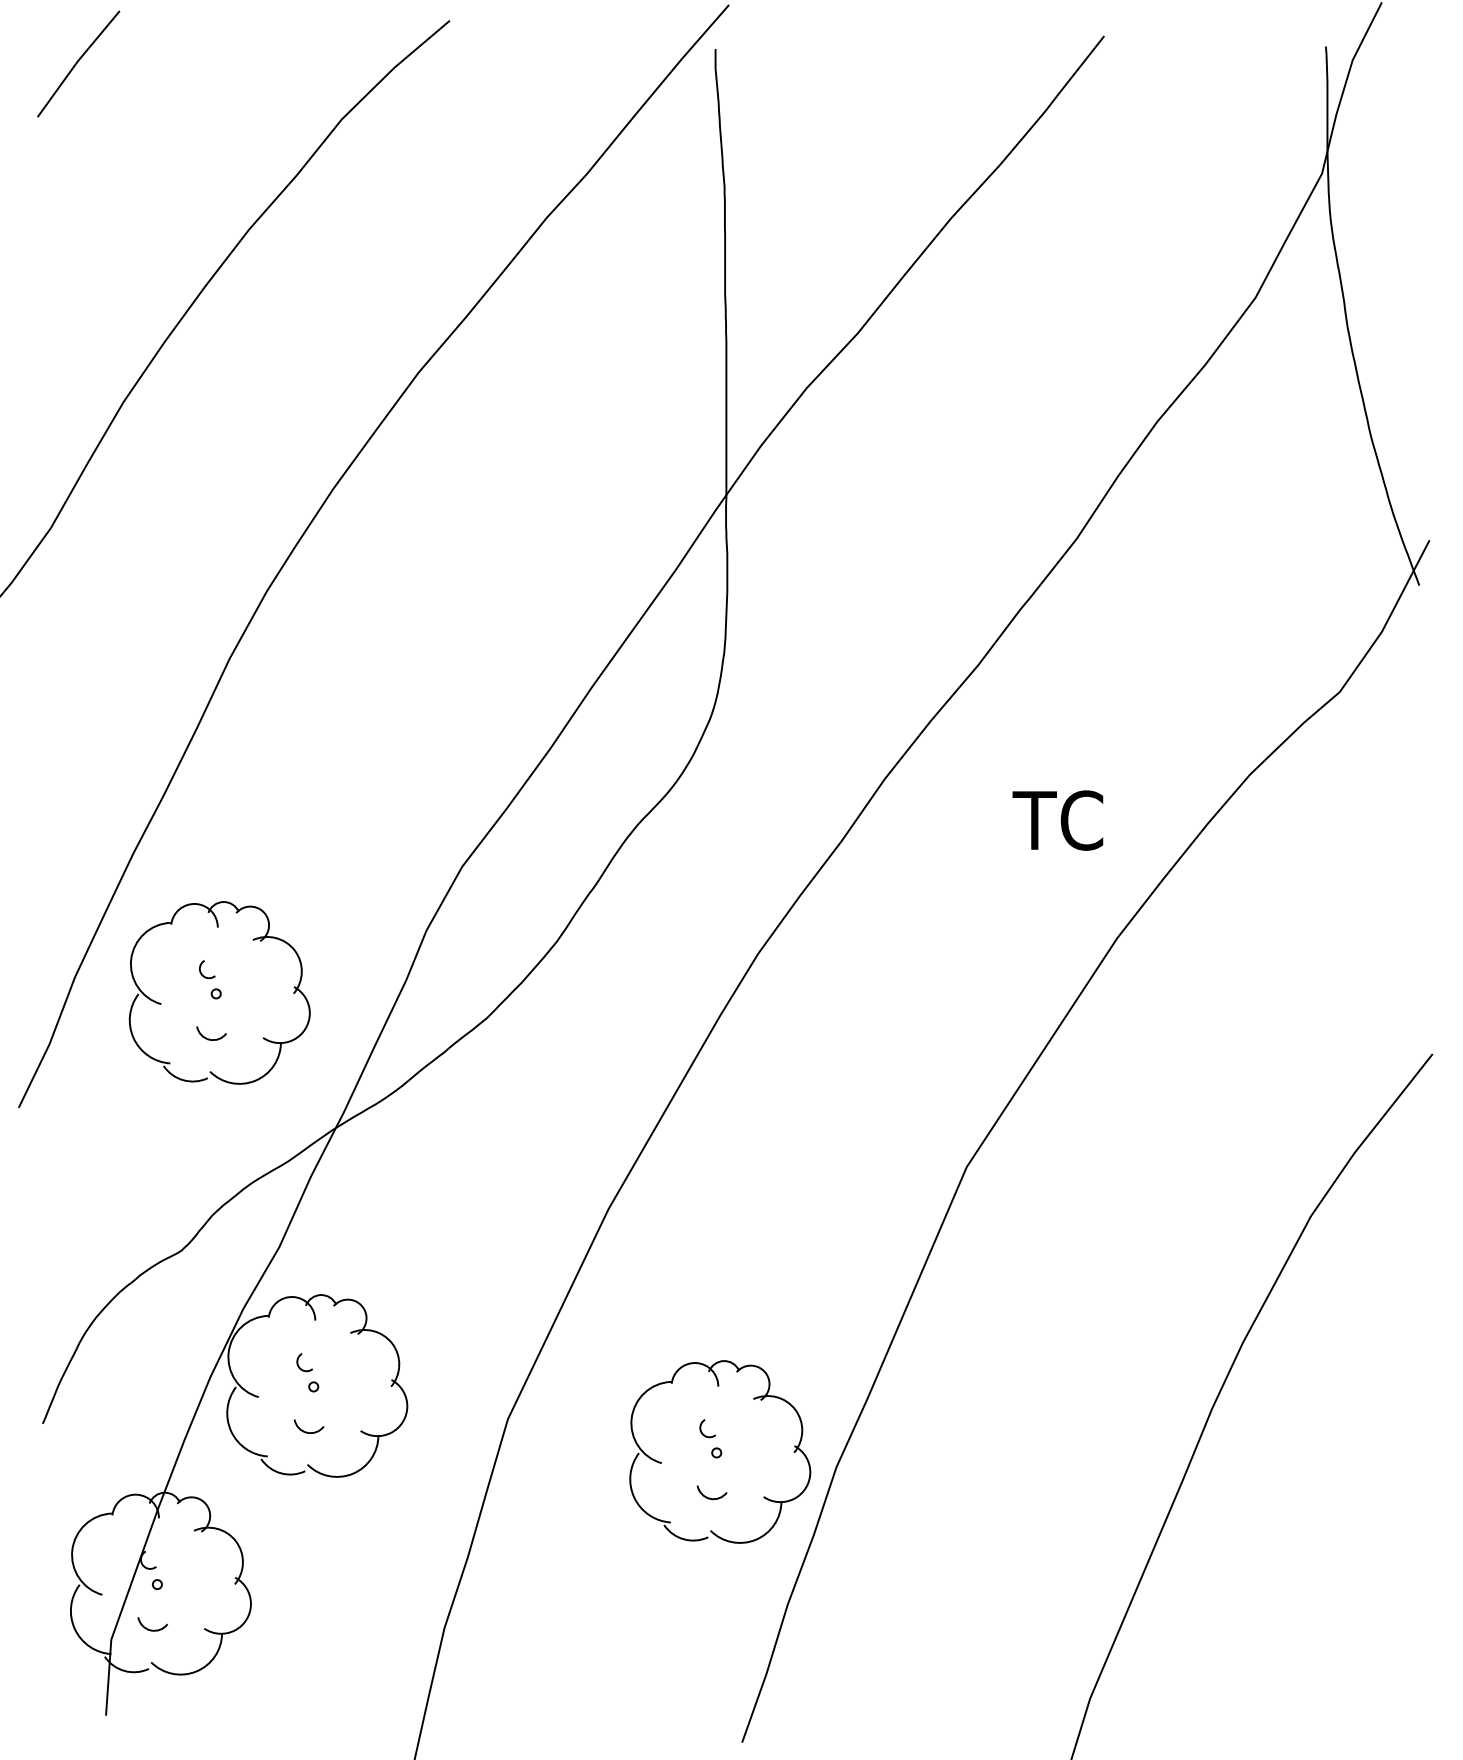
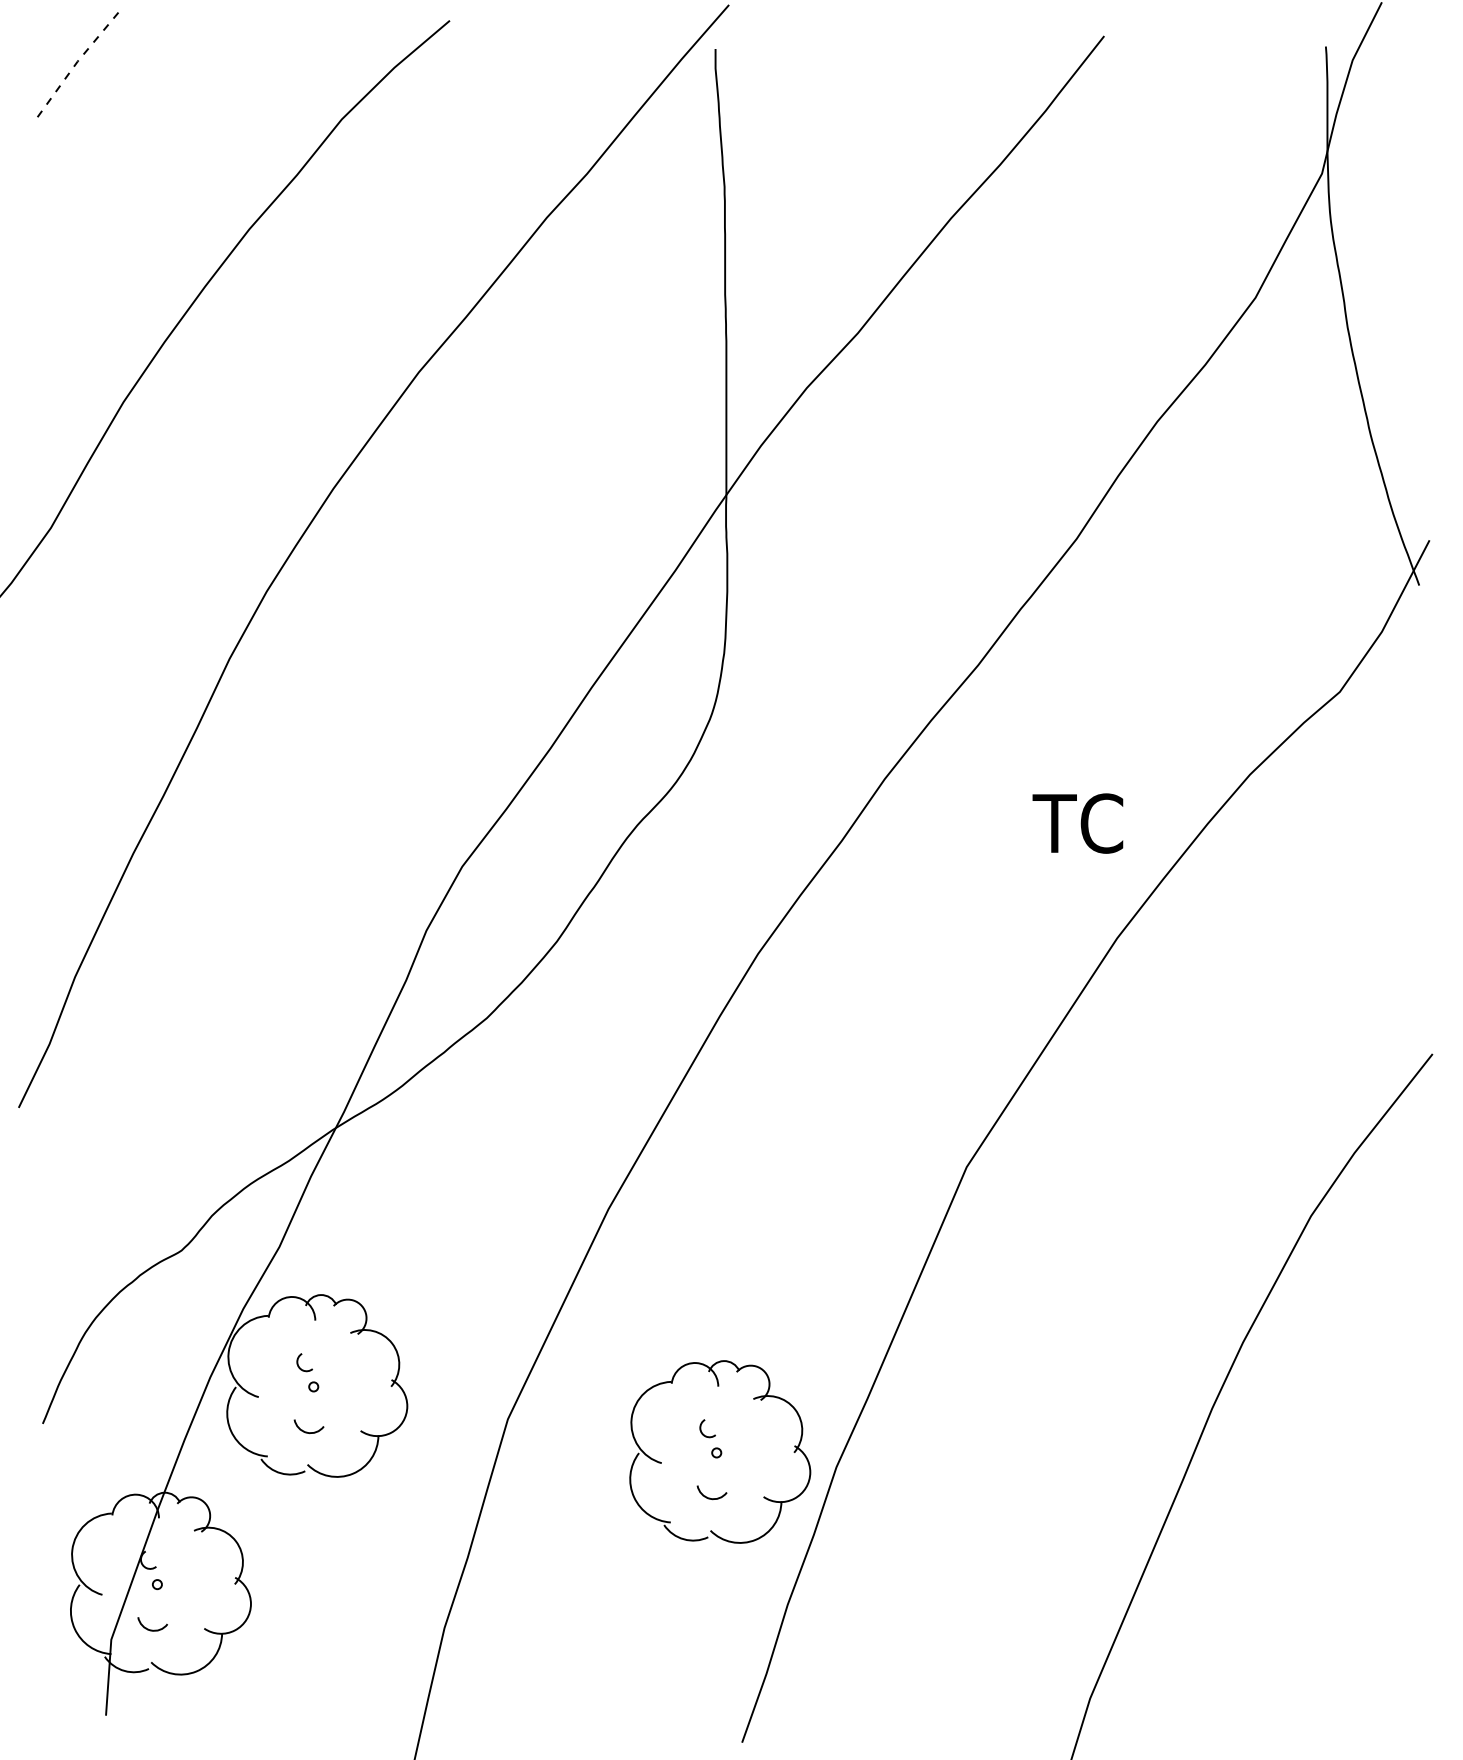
line at (77, 62): solid -> dashed
text at (1057, 820) position: (1057, 820) -> (1077, 823)
part at (219, 992): present -> none
